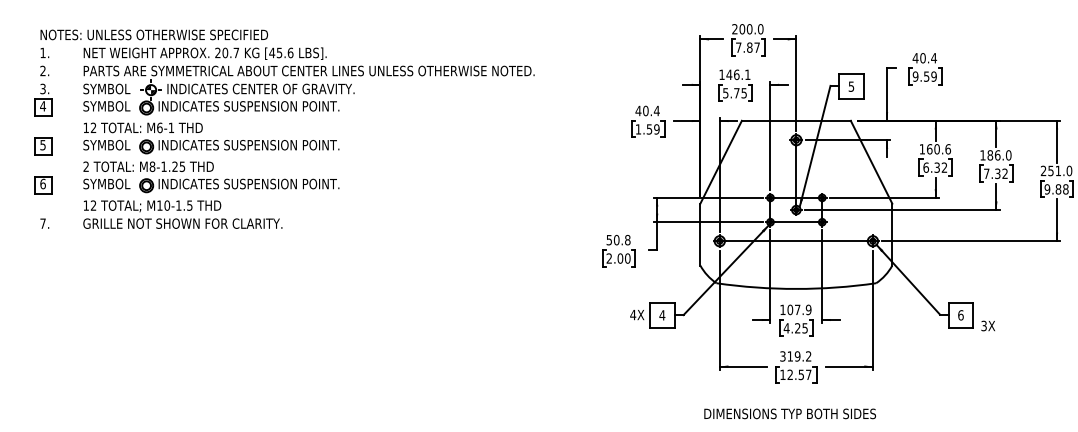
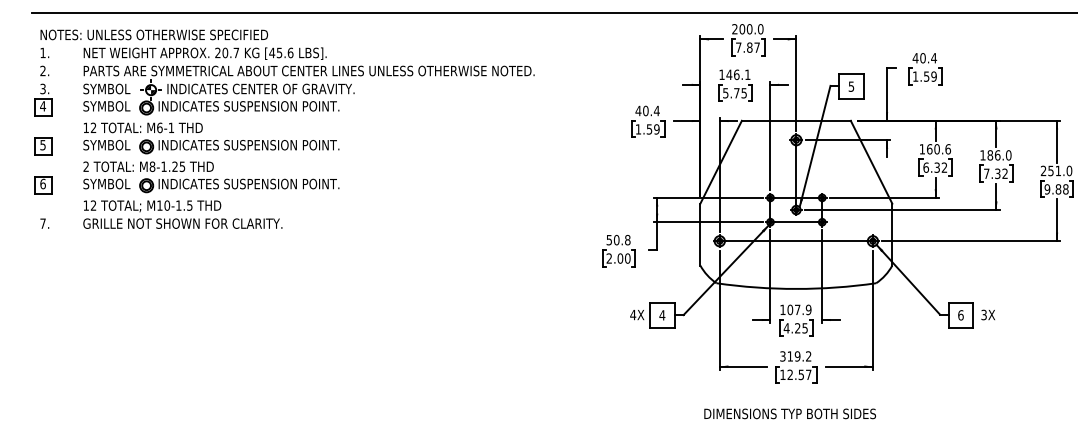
line at (553, 12): none -> present
text at (915, 76): 9.59 -> 1.59
text at (987, 325) position: (987, 325) -> (987, 314)
